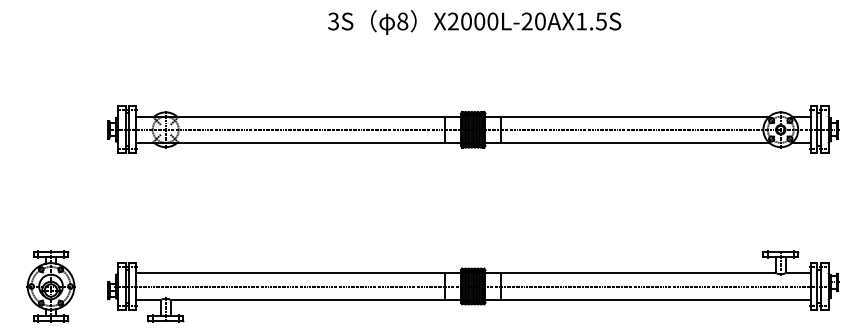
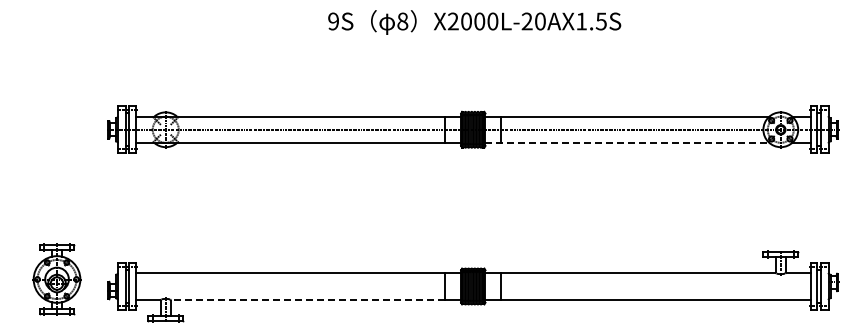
text at (333, 21): 3S -> 9S
line at (628, 143): solid -> dashed
part at (50, 286) position: (50, 286) -> (56, 279)
line at (473, 286): present -> none
line at (308, 299): solid -> dashed
